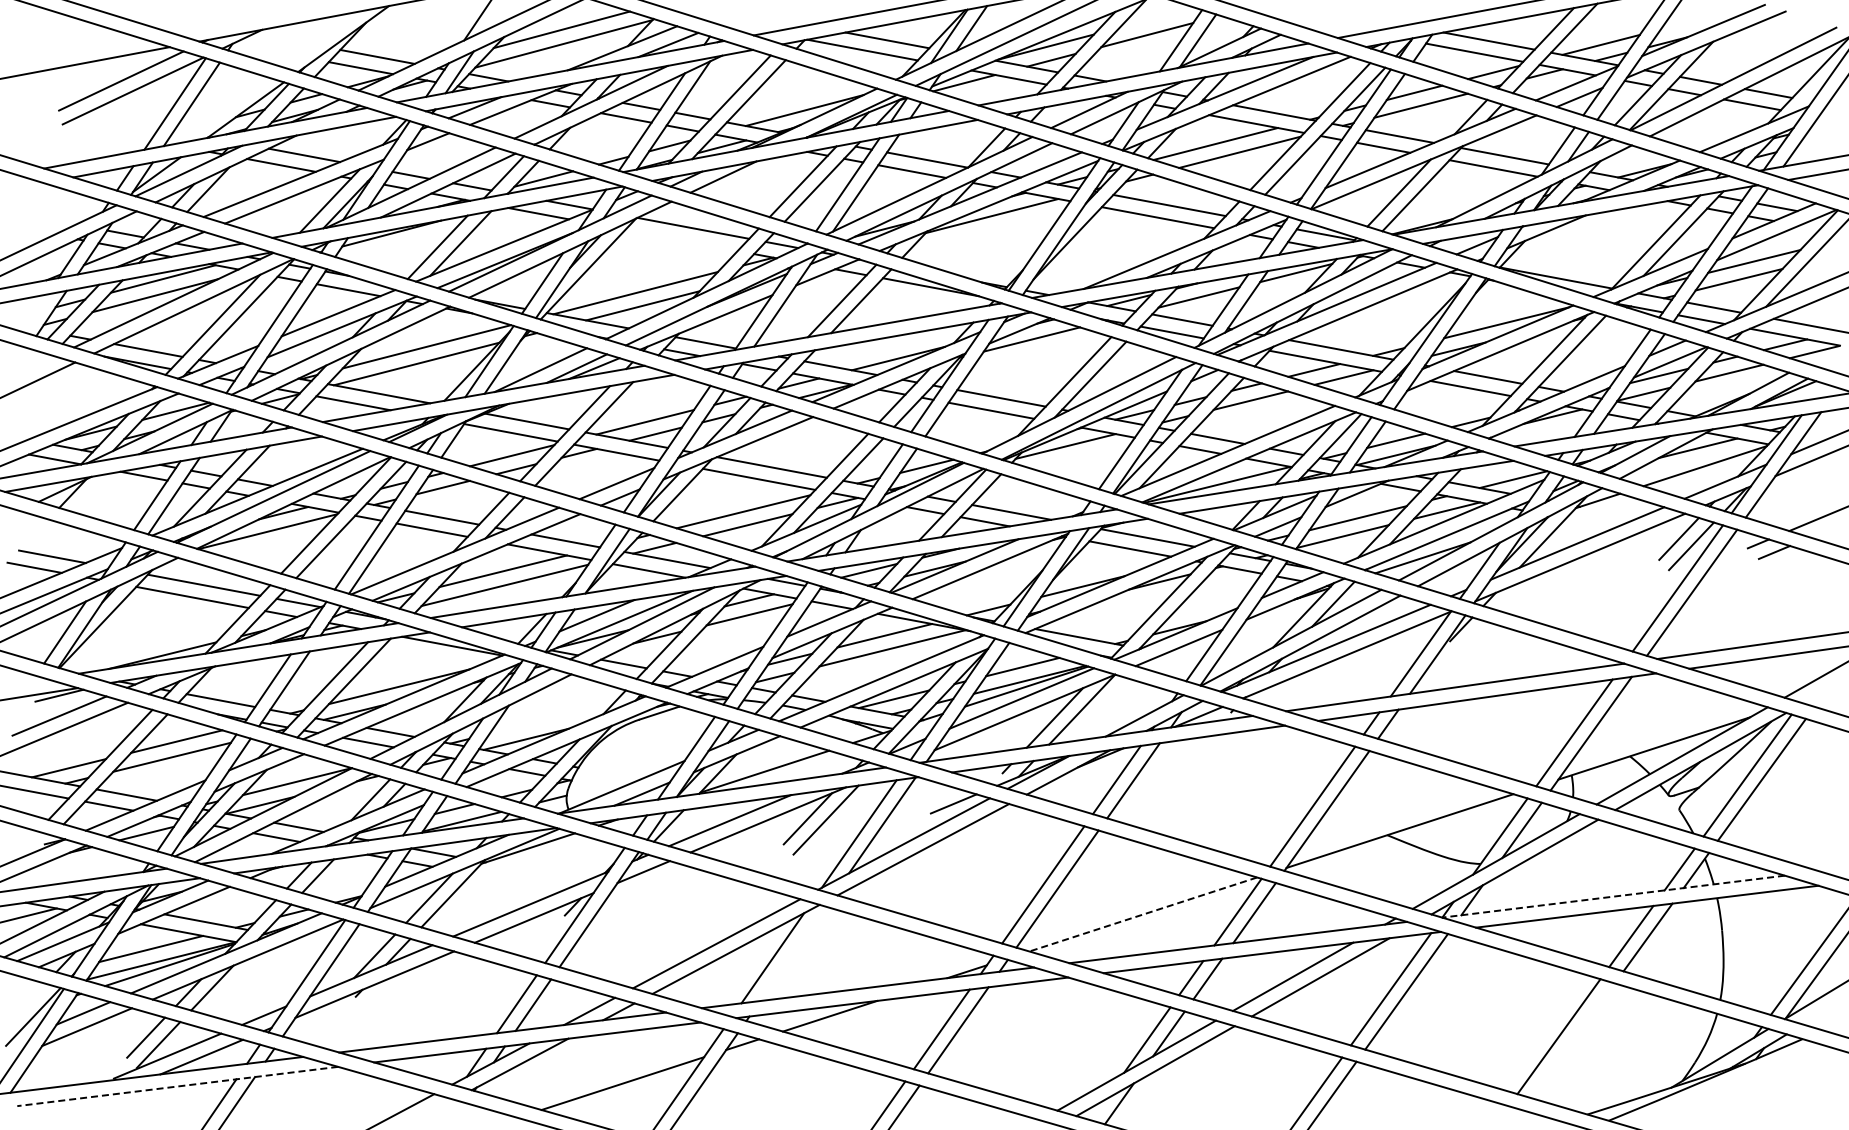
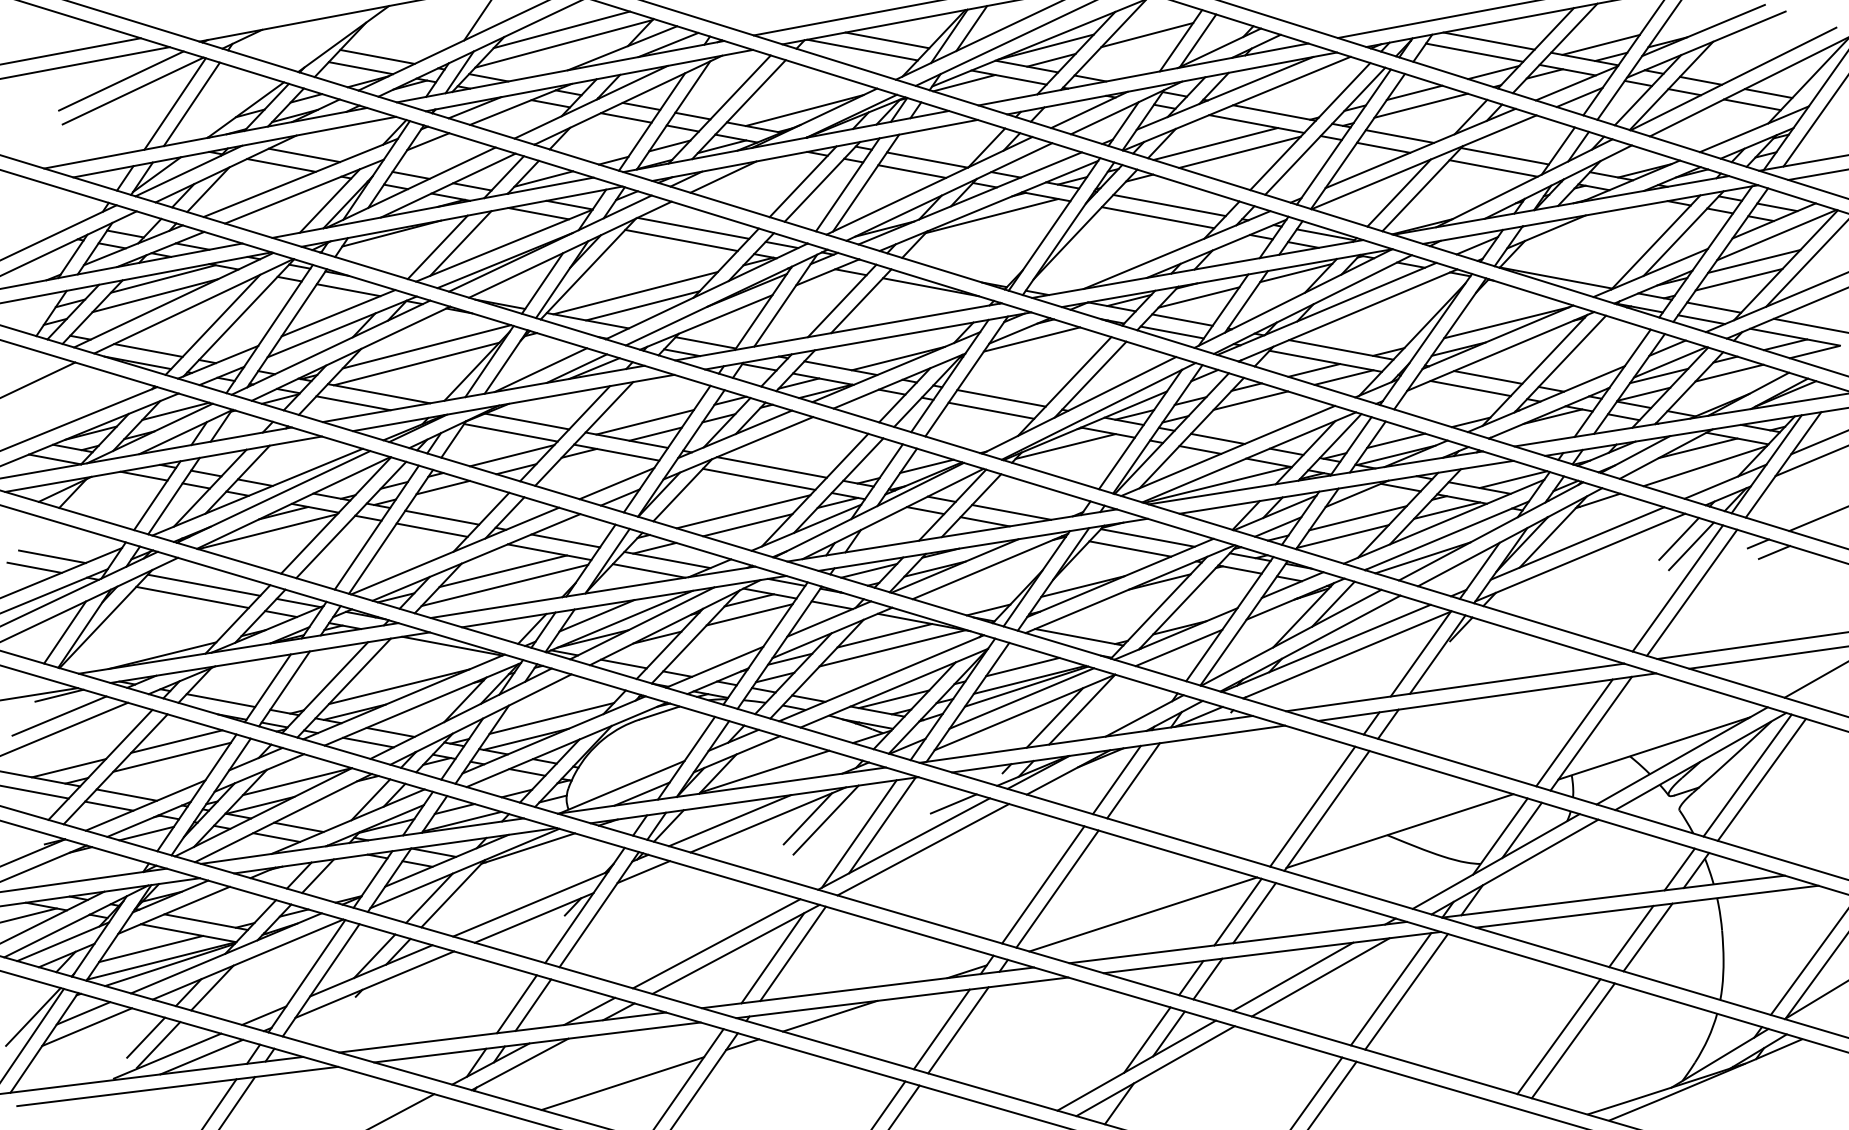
line at (71, 51): none -> present
line at (681, 240): none -> present
line at (551, 718): none -> present
line at (1613, 896): dashed -> solid
line at (1143, 914): dashed -> solid
line at (792, 953): none -> present
line at (1572, 1040): none -> present
line at (177, 1086): dashed -> solid
